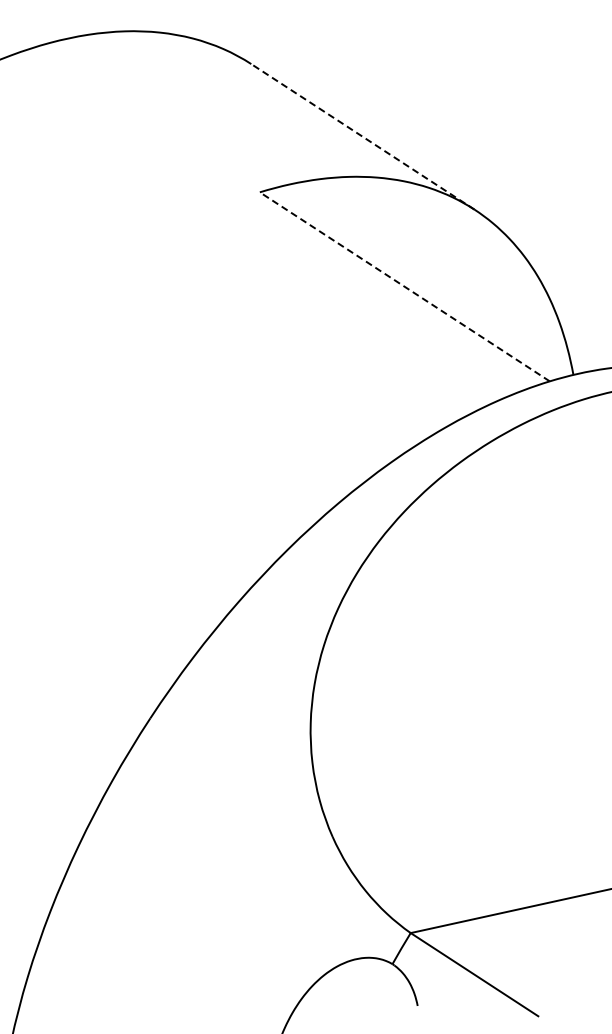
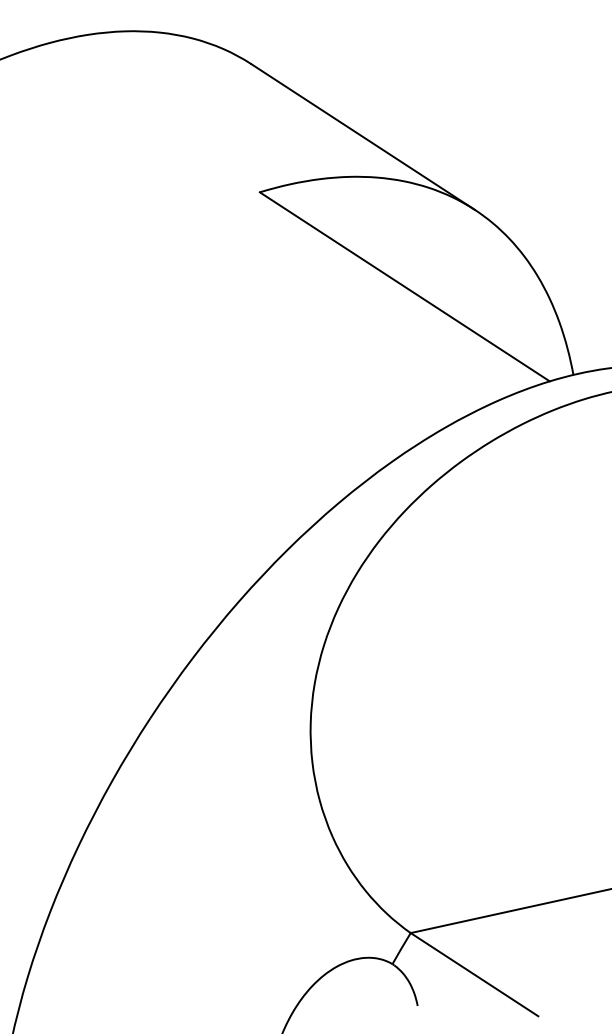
line at (362, 136): dashed -> solid
line at (404, 286): dashed -> solid
